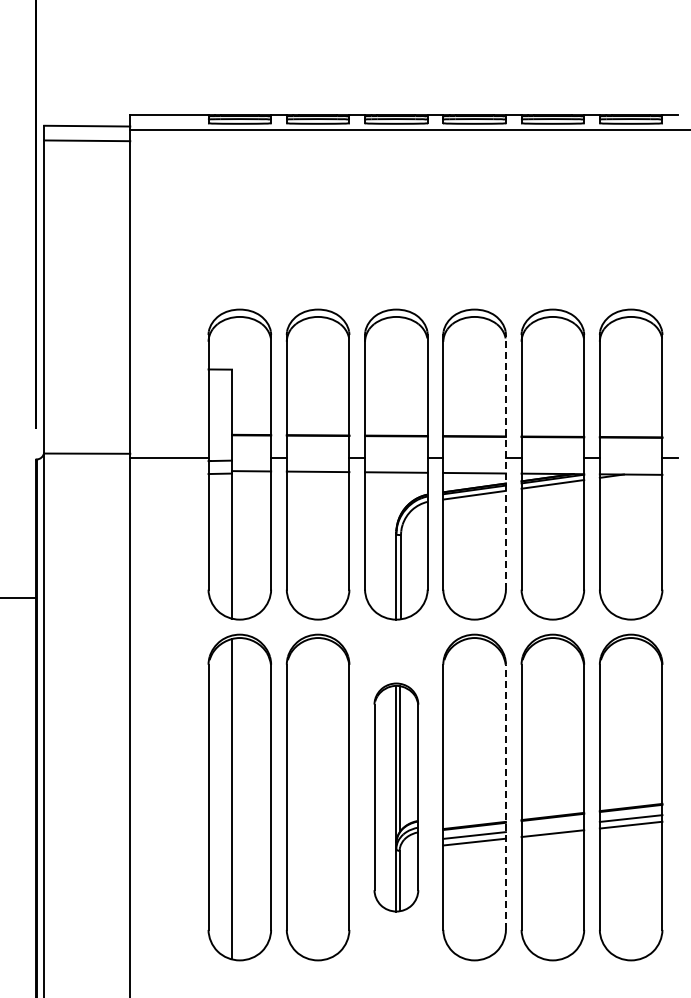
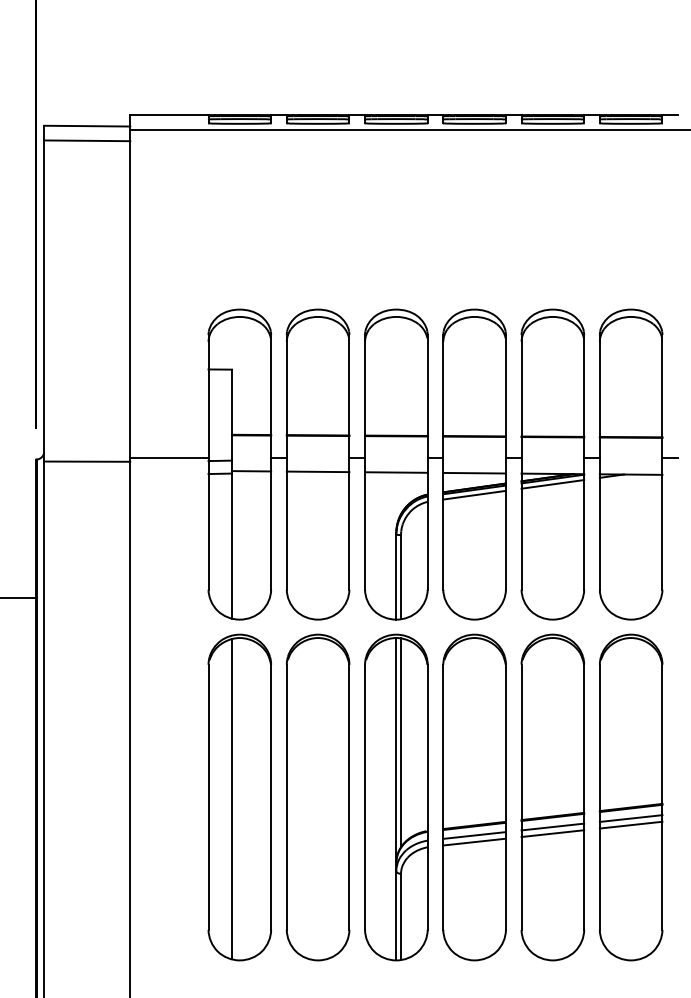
line at (87, 453) position: (87, 453) -> (87, 461)
line at (505, 461): dashed -> solid
part at (396, 797) size: 47x231 px -> 65x329 px
line at (505, 797): dashed -> solid
line at (552, 826): none -> present
